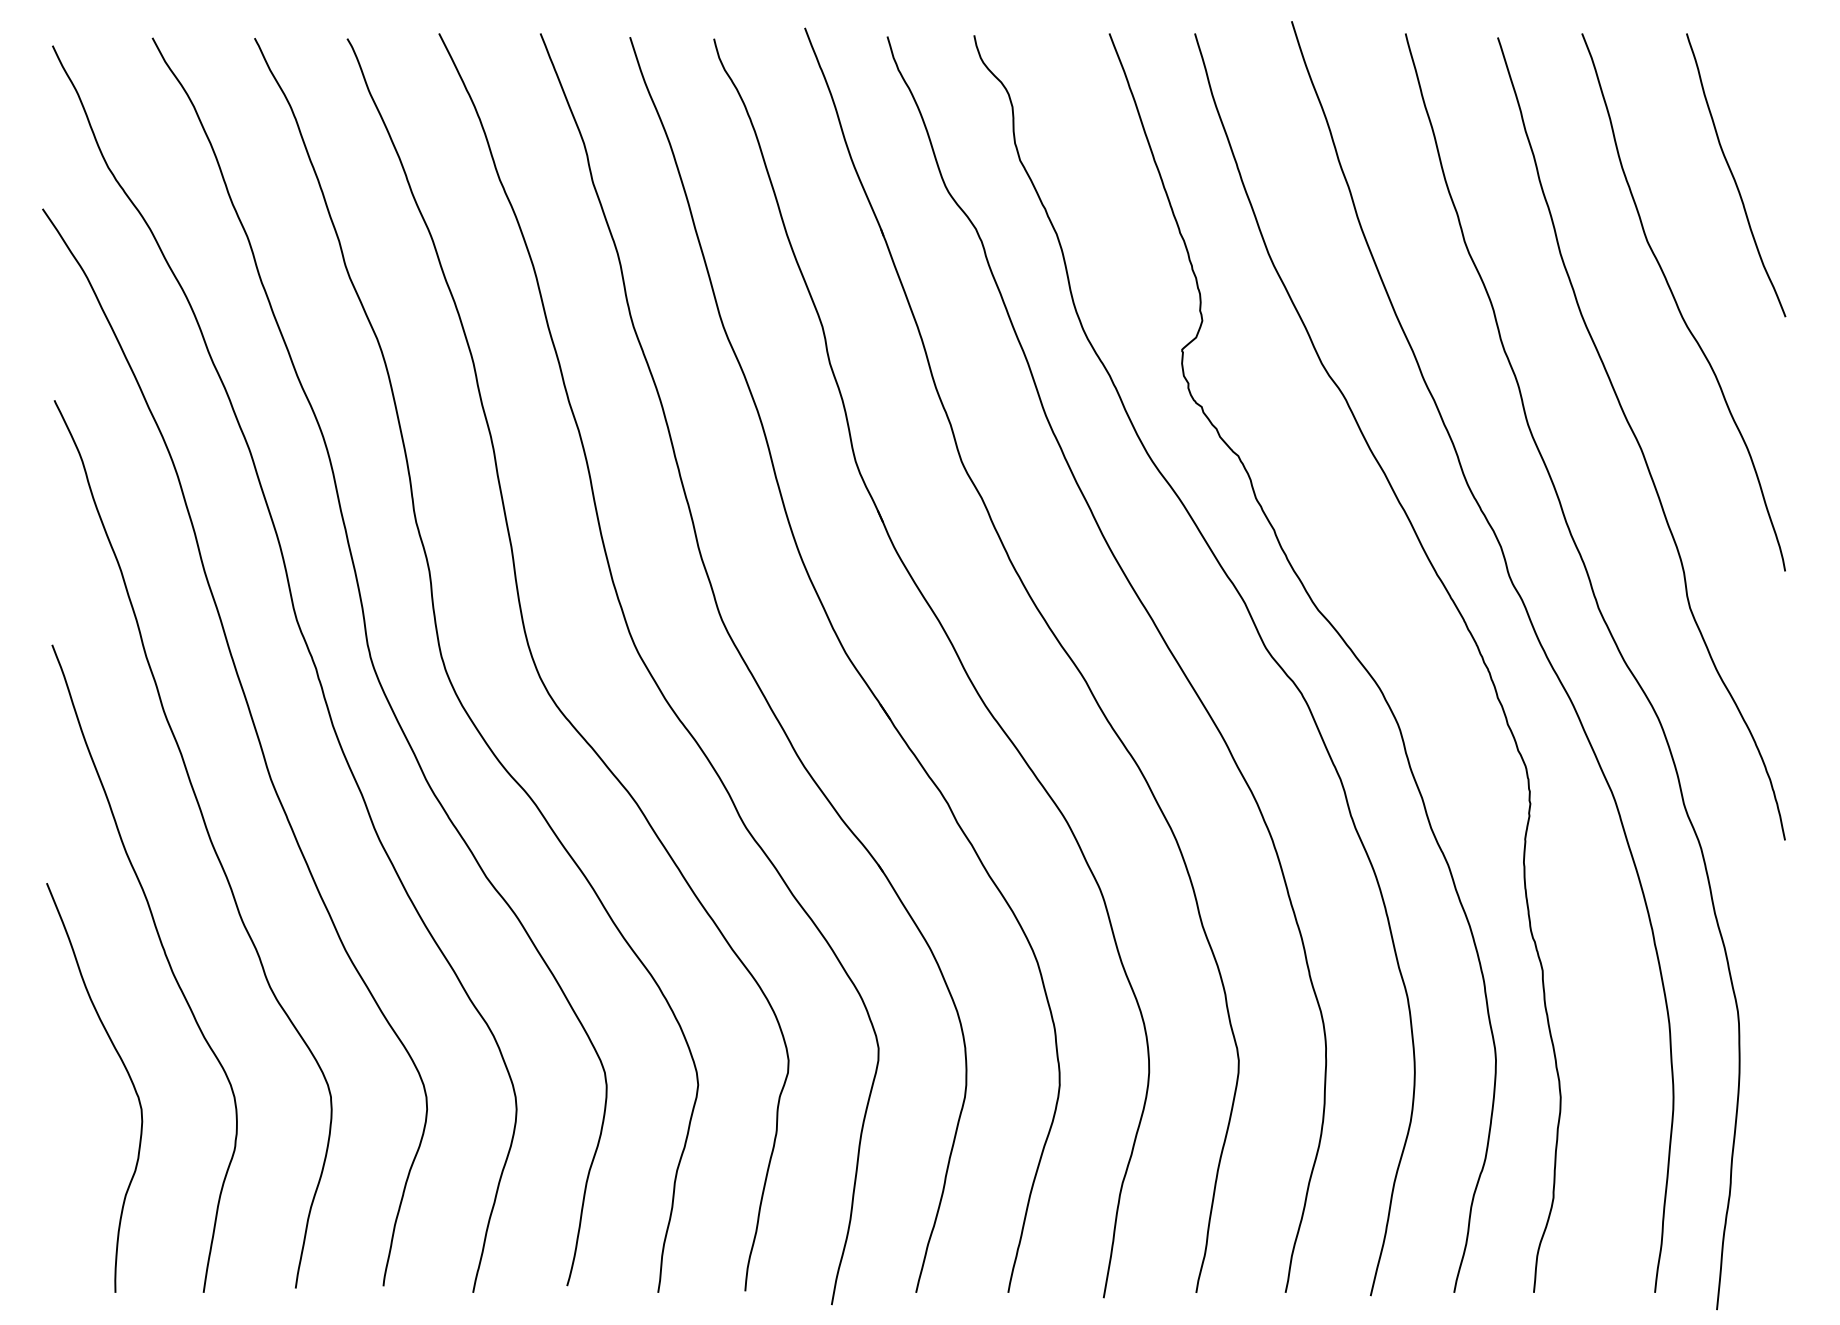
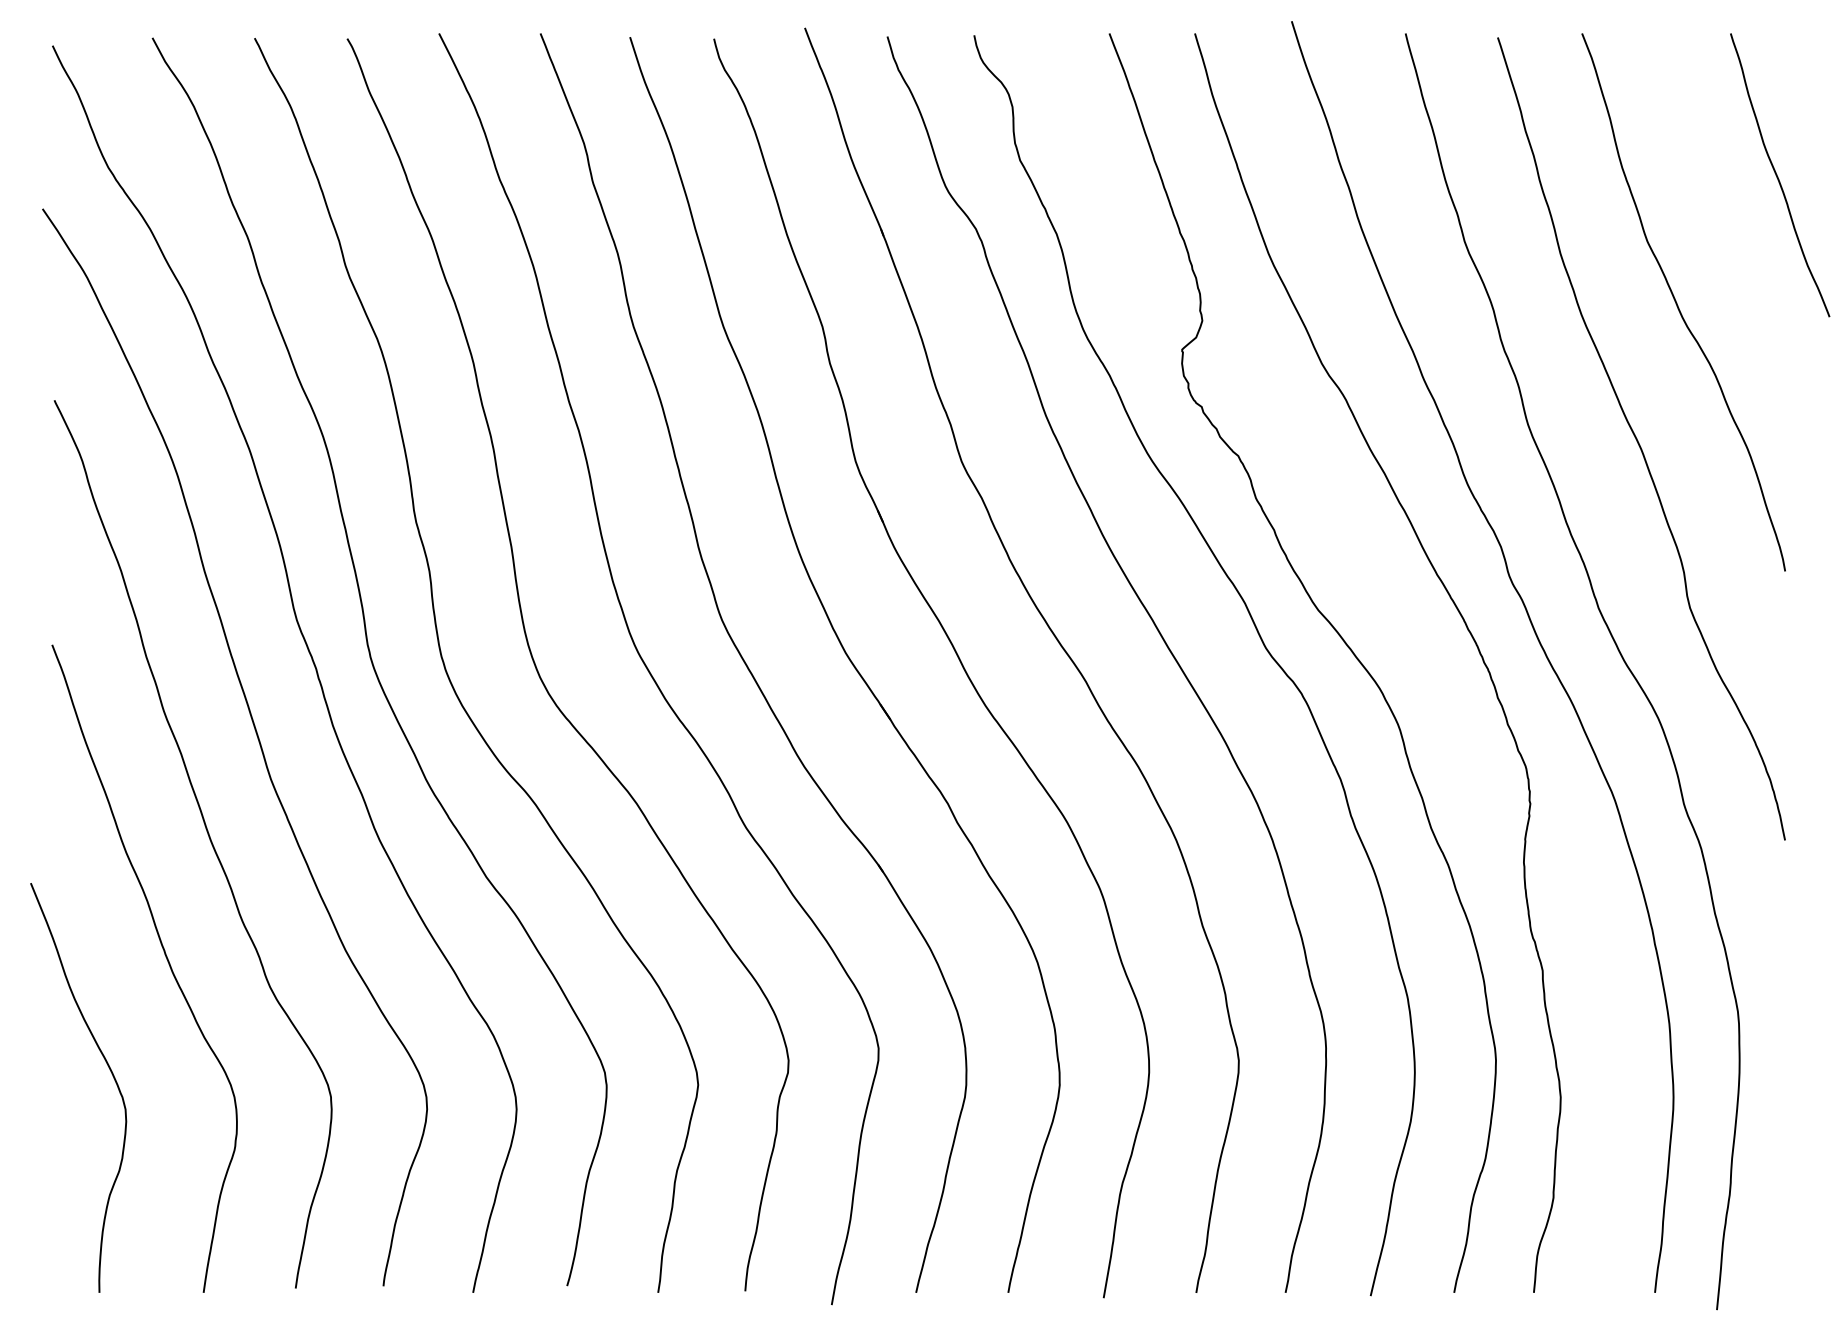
curve at (1734, 176) position: (1734, 176) -> (1778, 176)
curve at (127, 1074) position: (127, 1074) -> (111, 1074)
